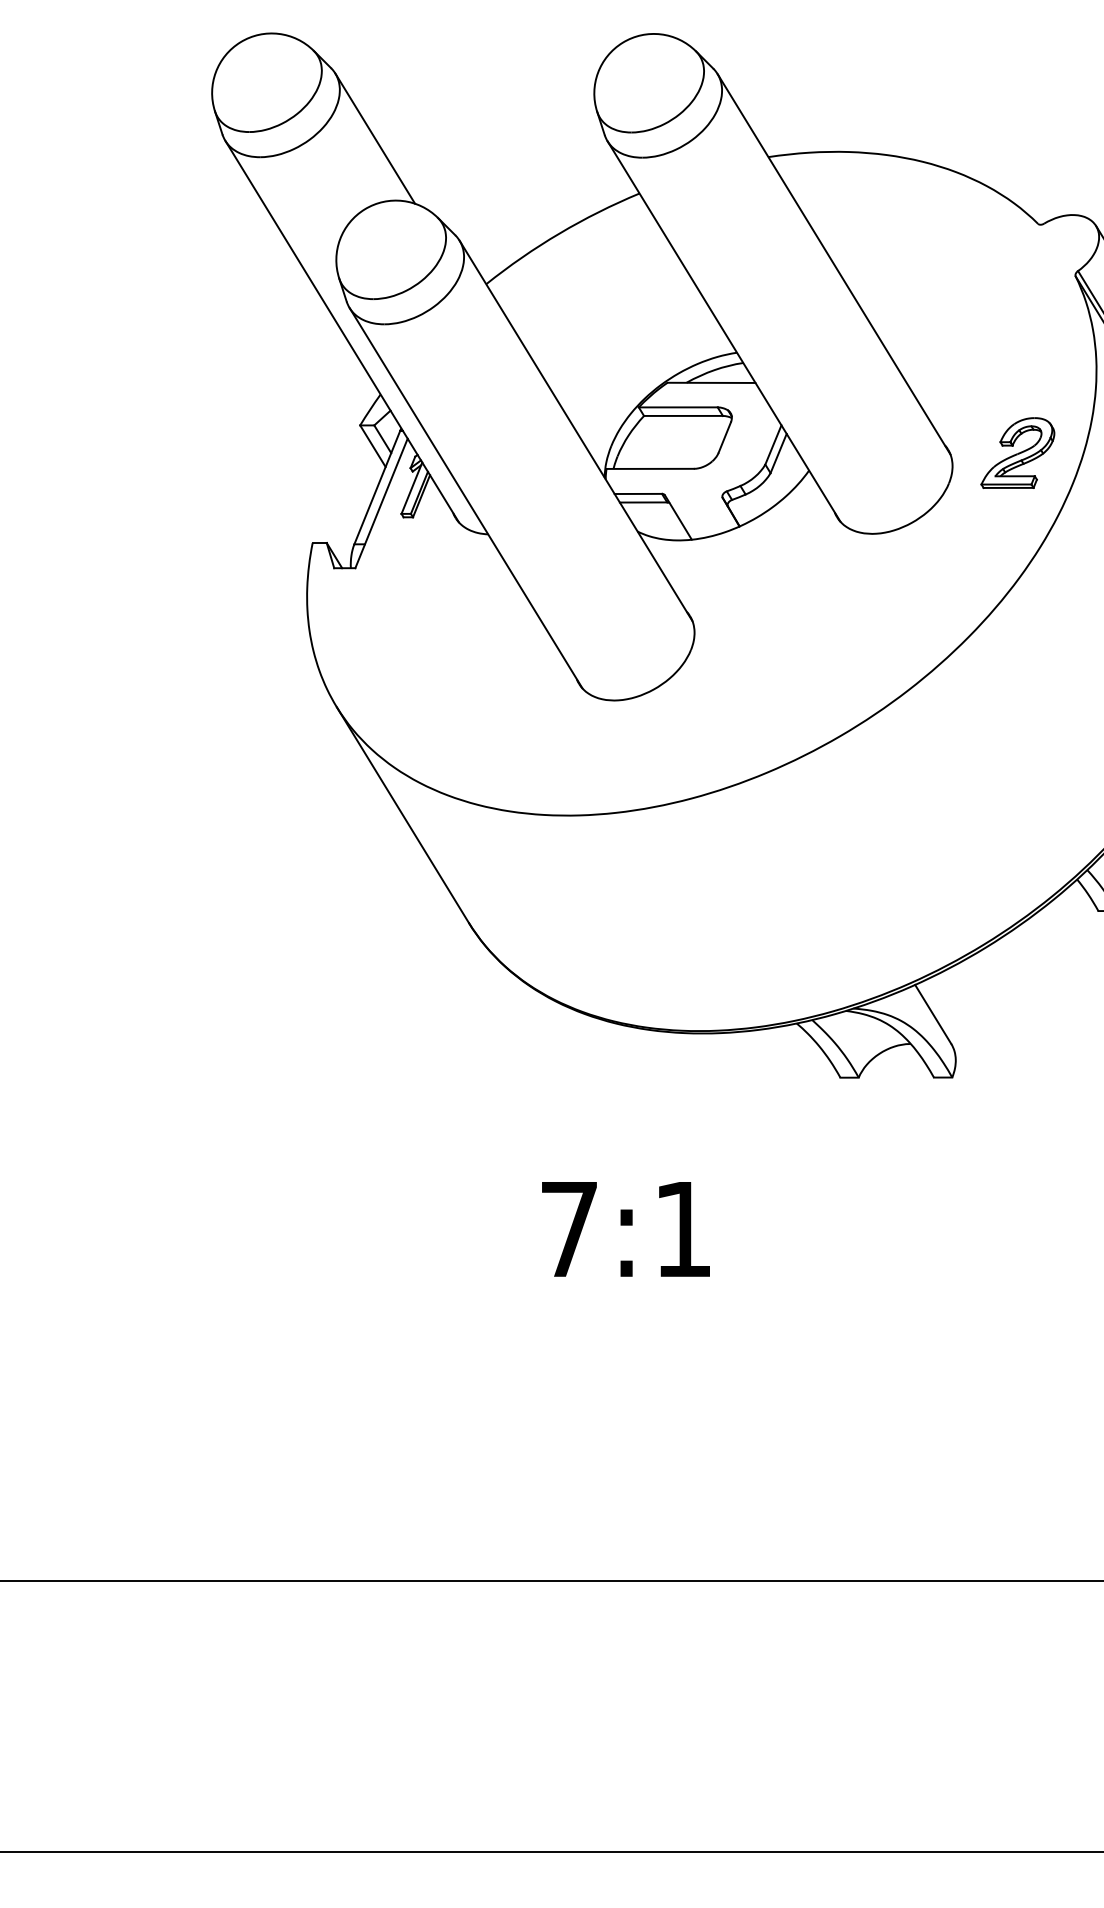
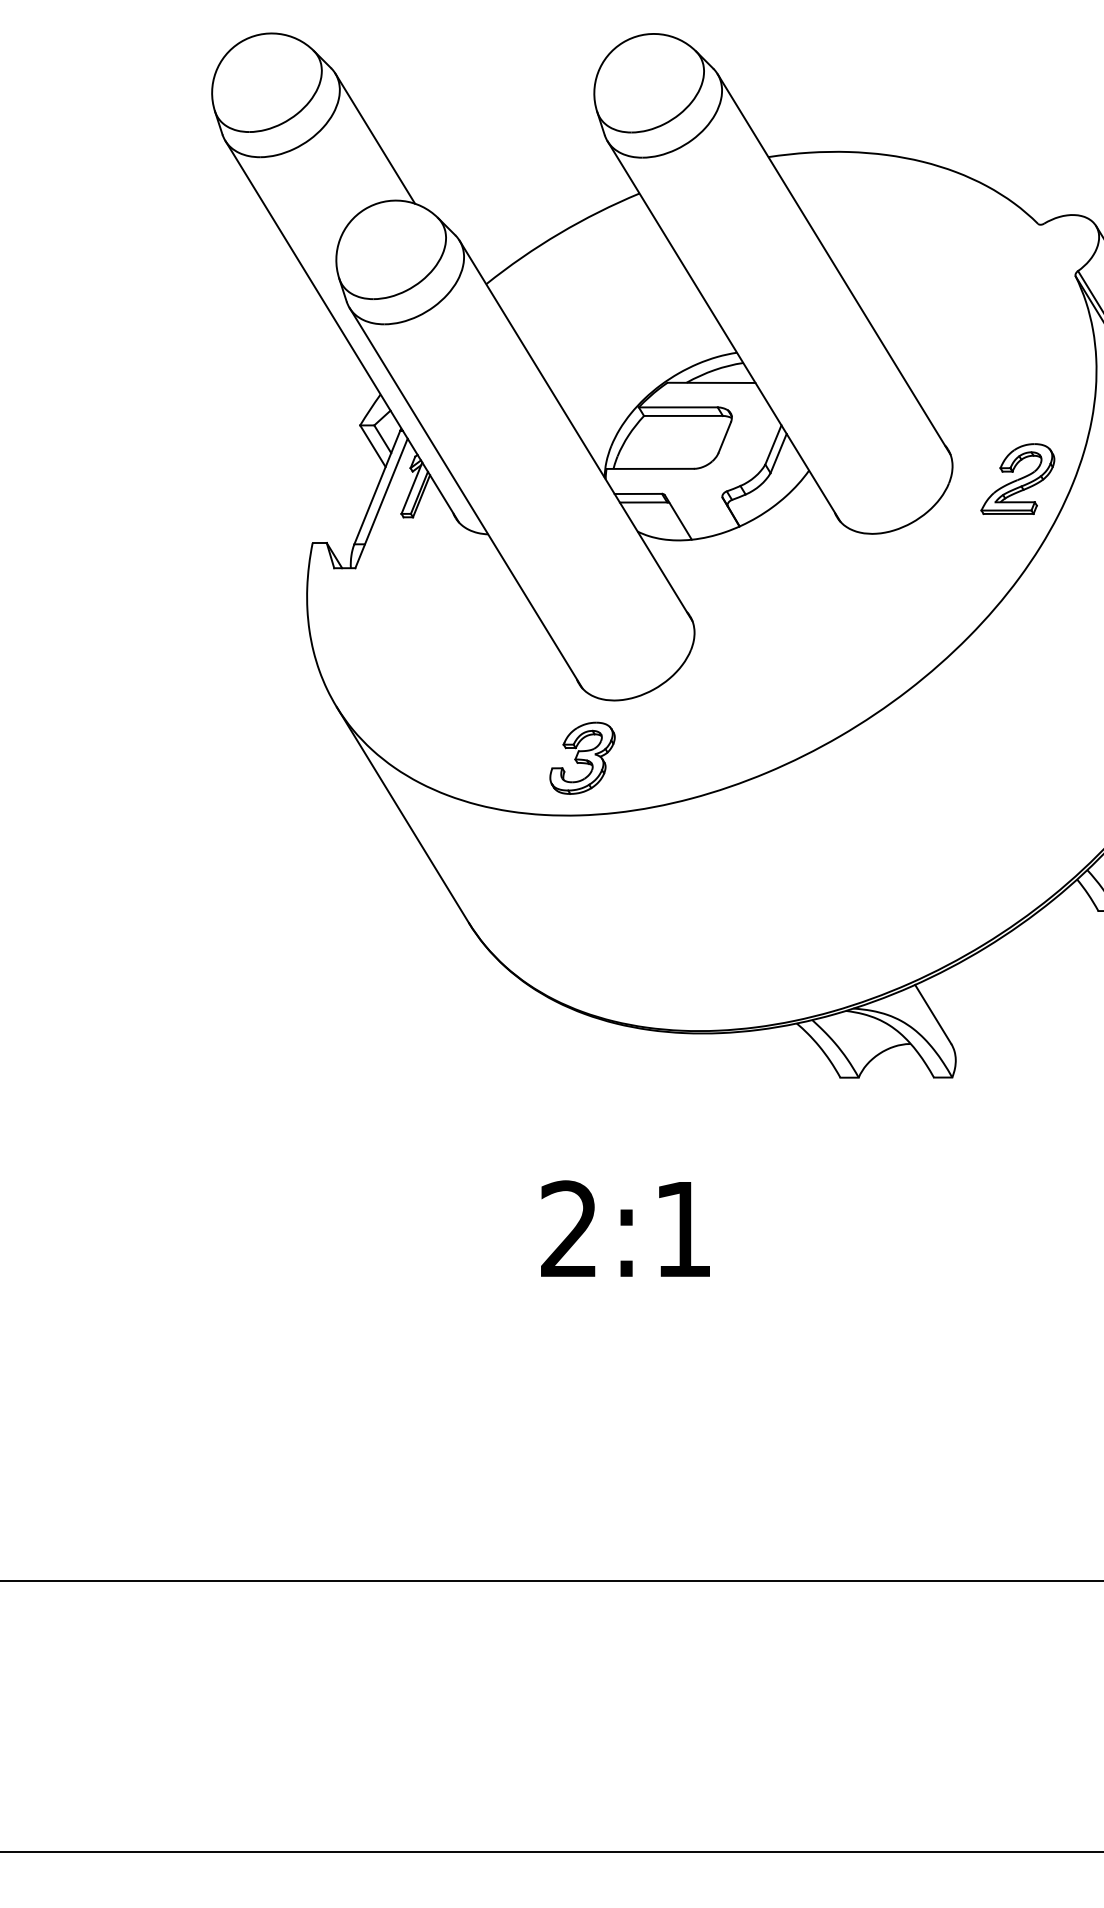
part at (1017, 452) position: (1017, 452) -> (1017, 478)
part at (582, 757): none -> present
text at (568, 1228): 7:1 -> 2:1
